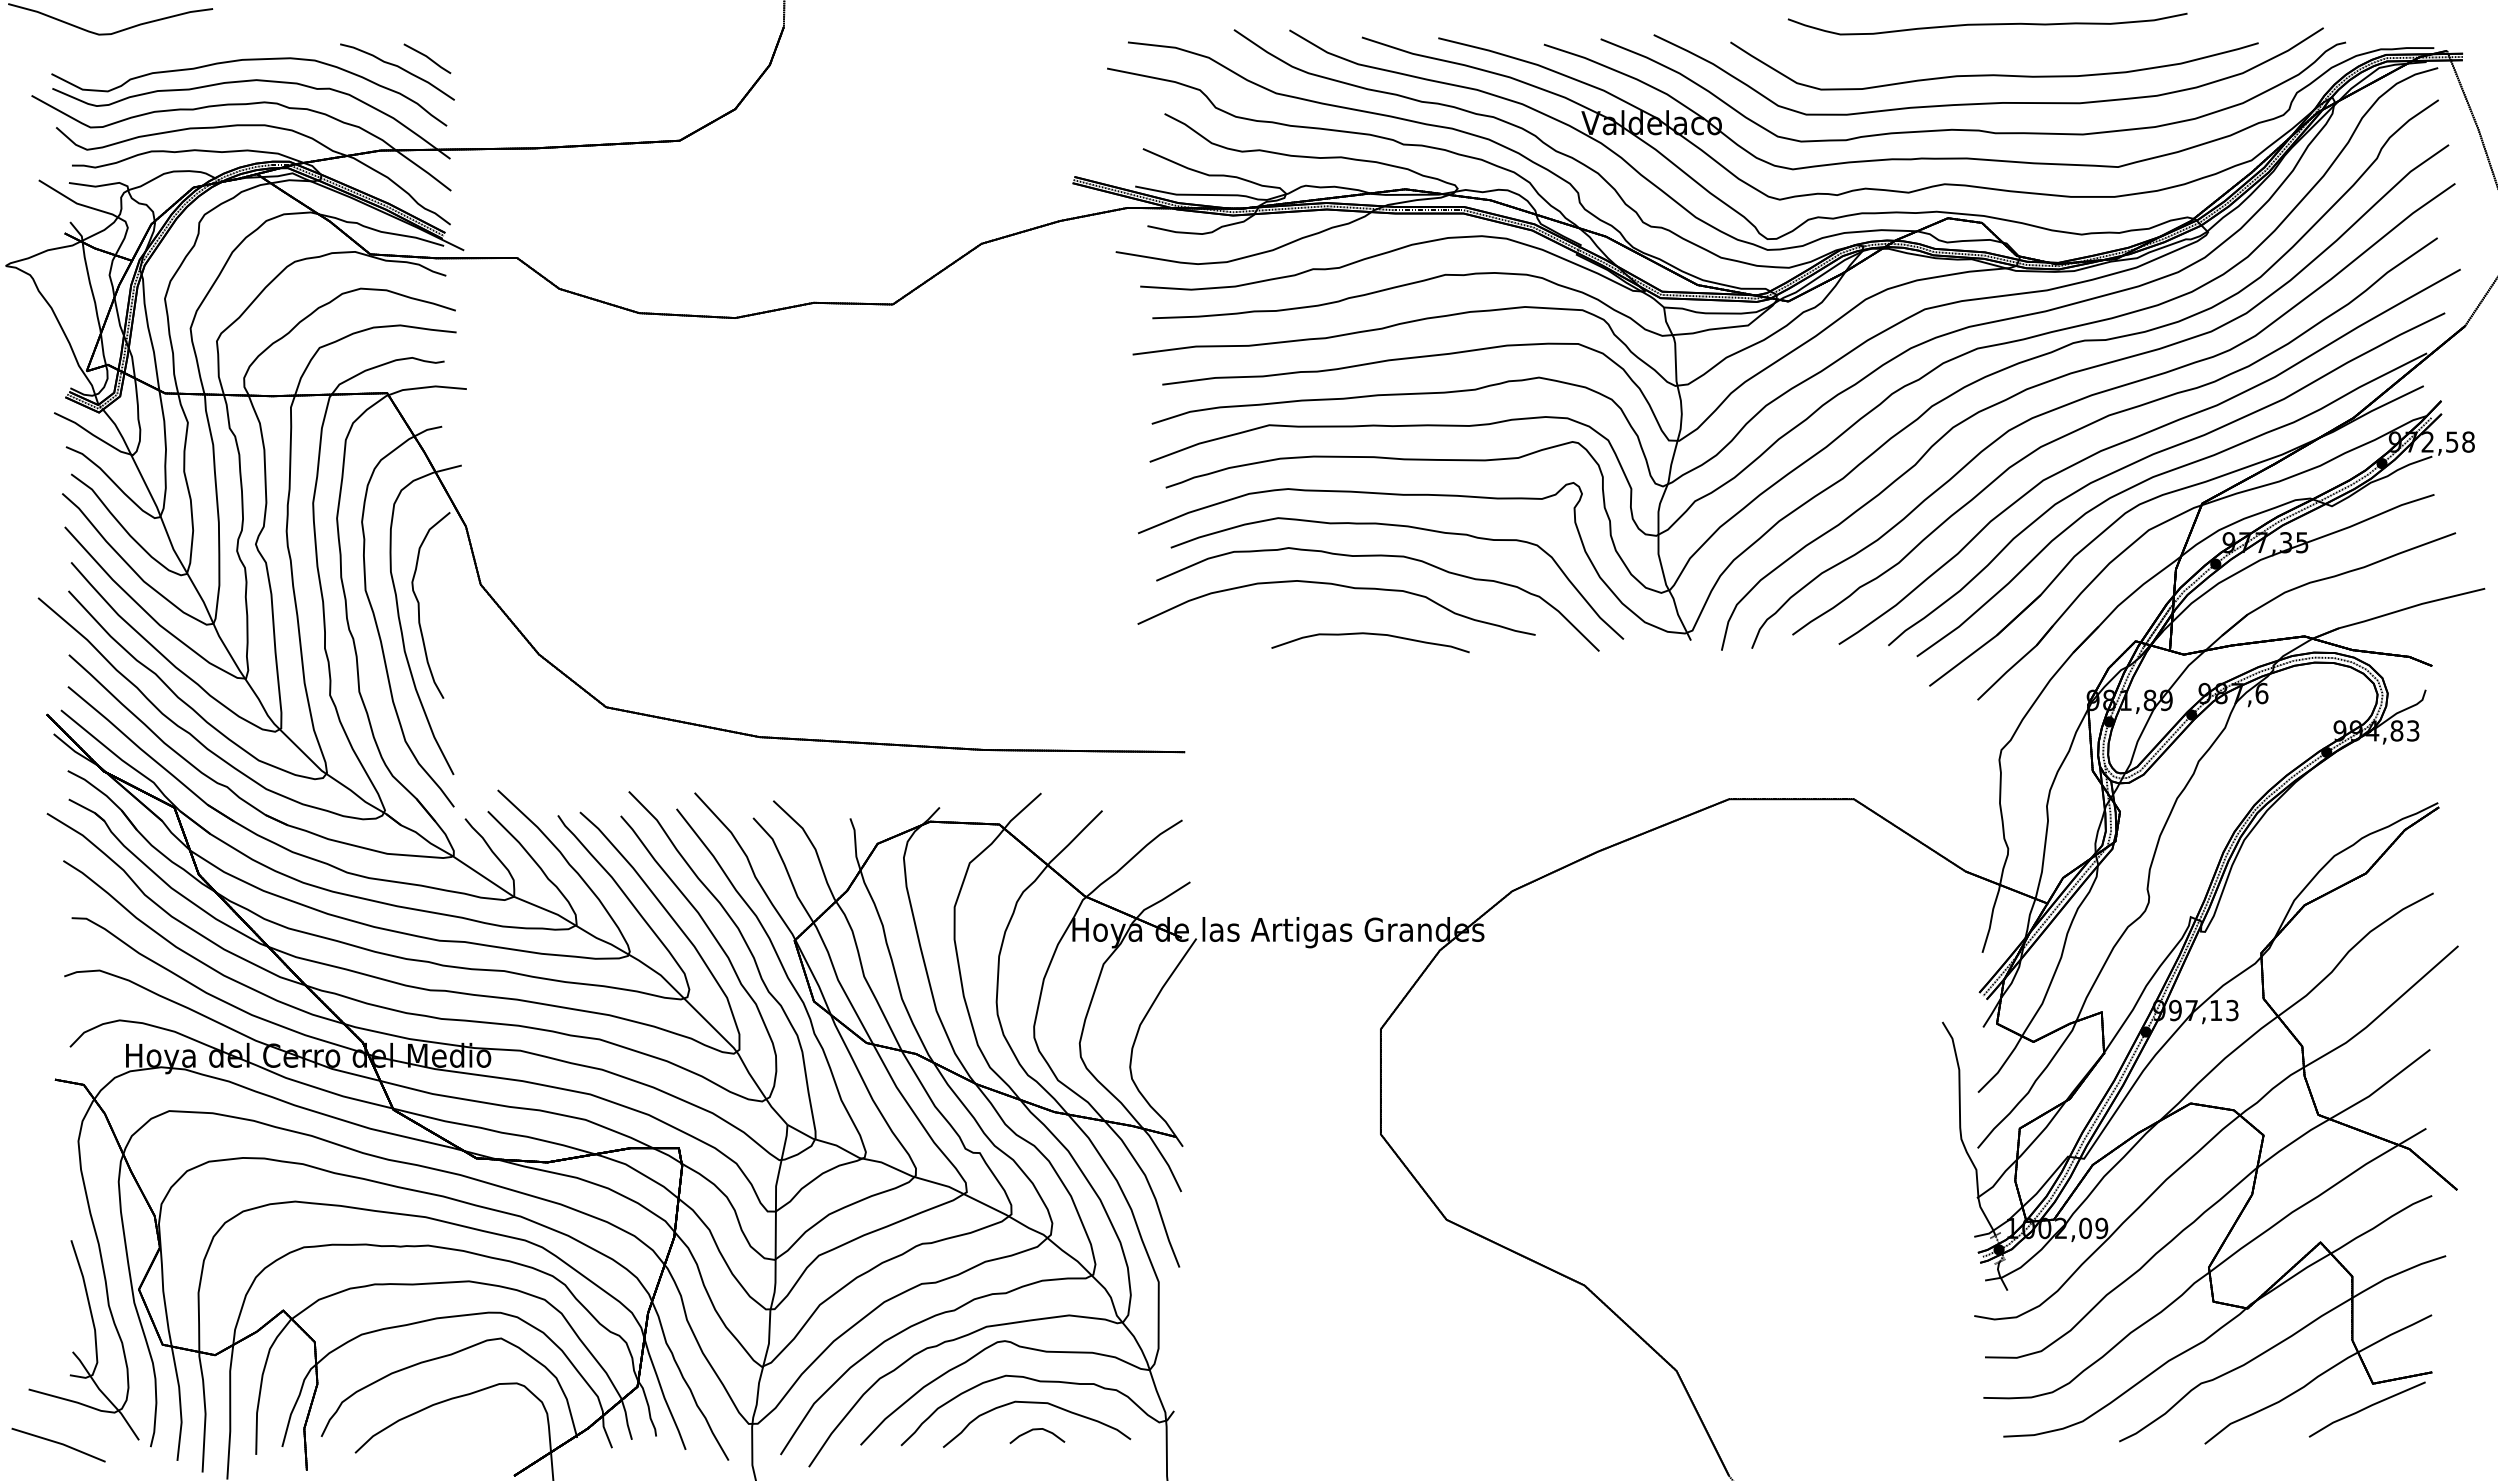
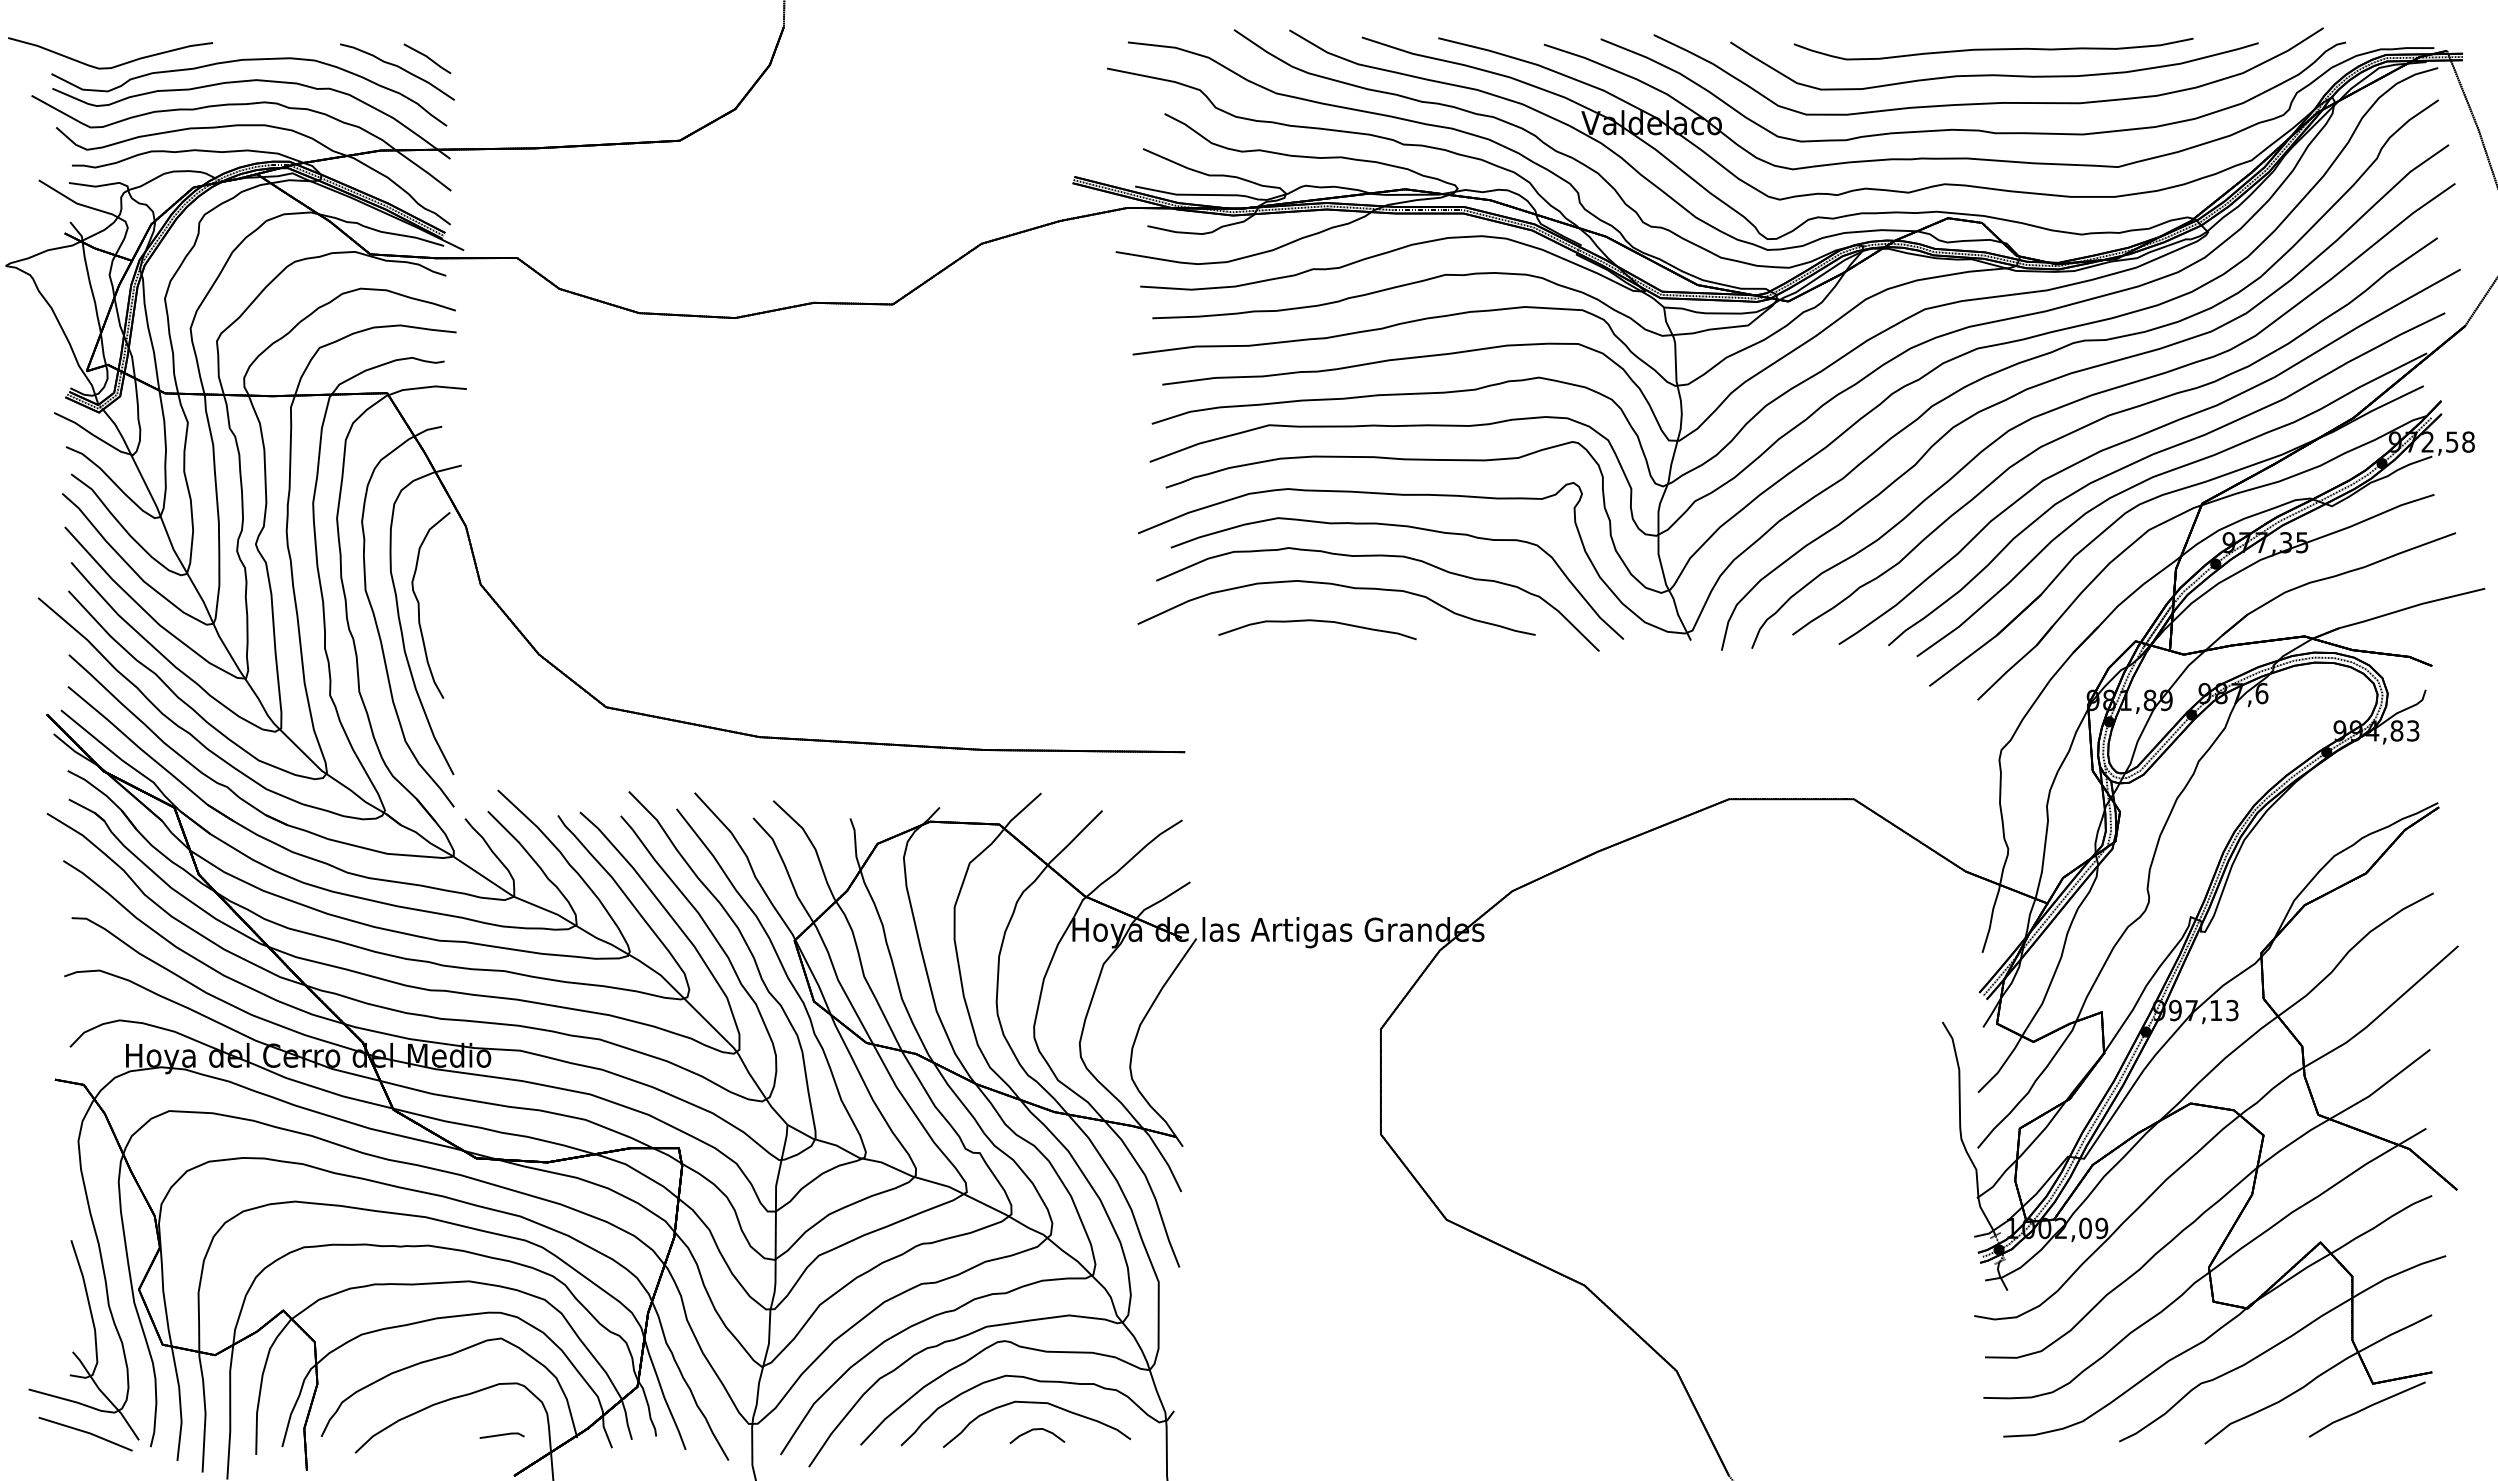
curve at (1987, 23) position: (1987, 23) -> (1993, 48)
curve at (115, 31) position: (115, 31) -> (115, 65)
curve at (1370, 634) position: (1370, 634) -> (1317, 621)
line at (501, 1435): none -> present
line at (58, 1443) position: (58, 1443) -> (85, 1432)
